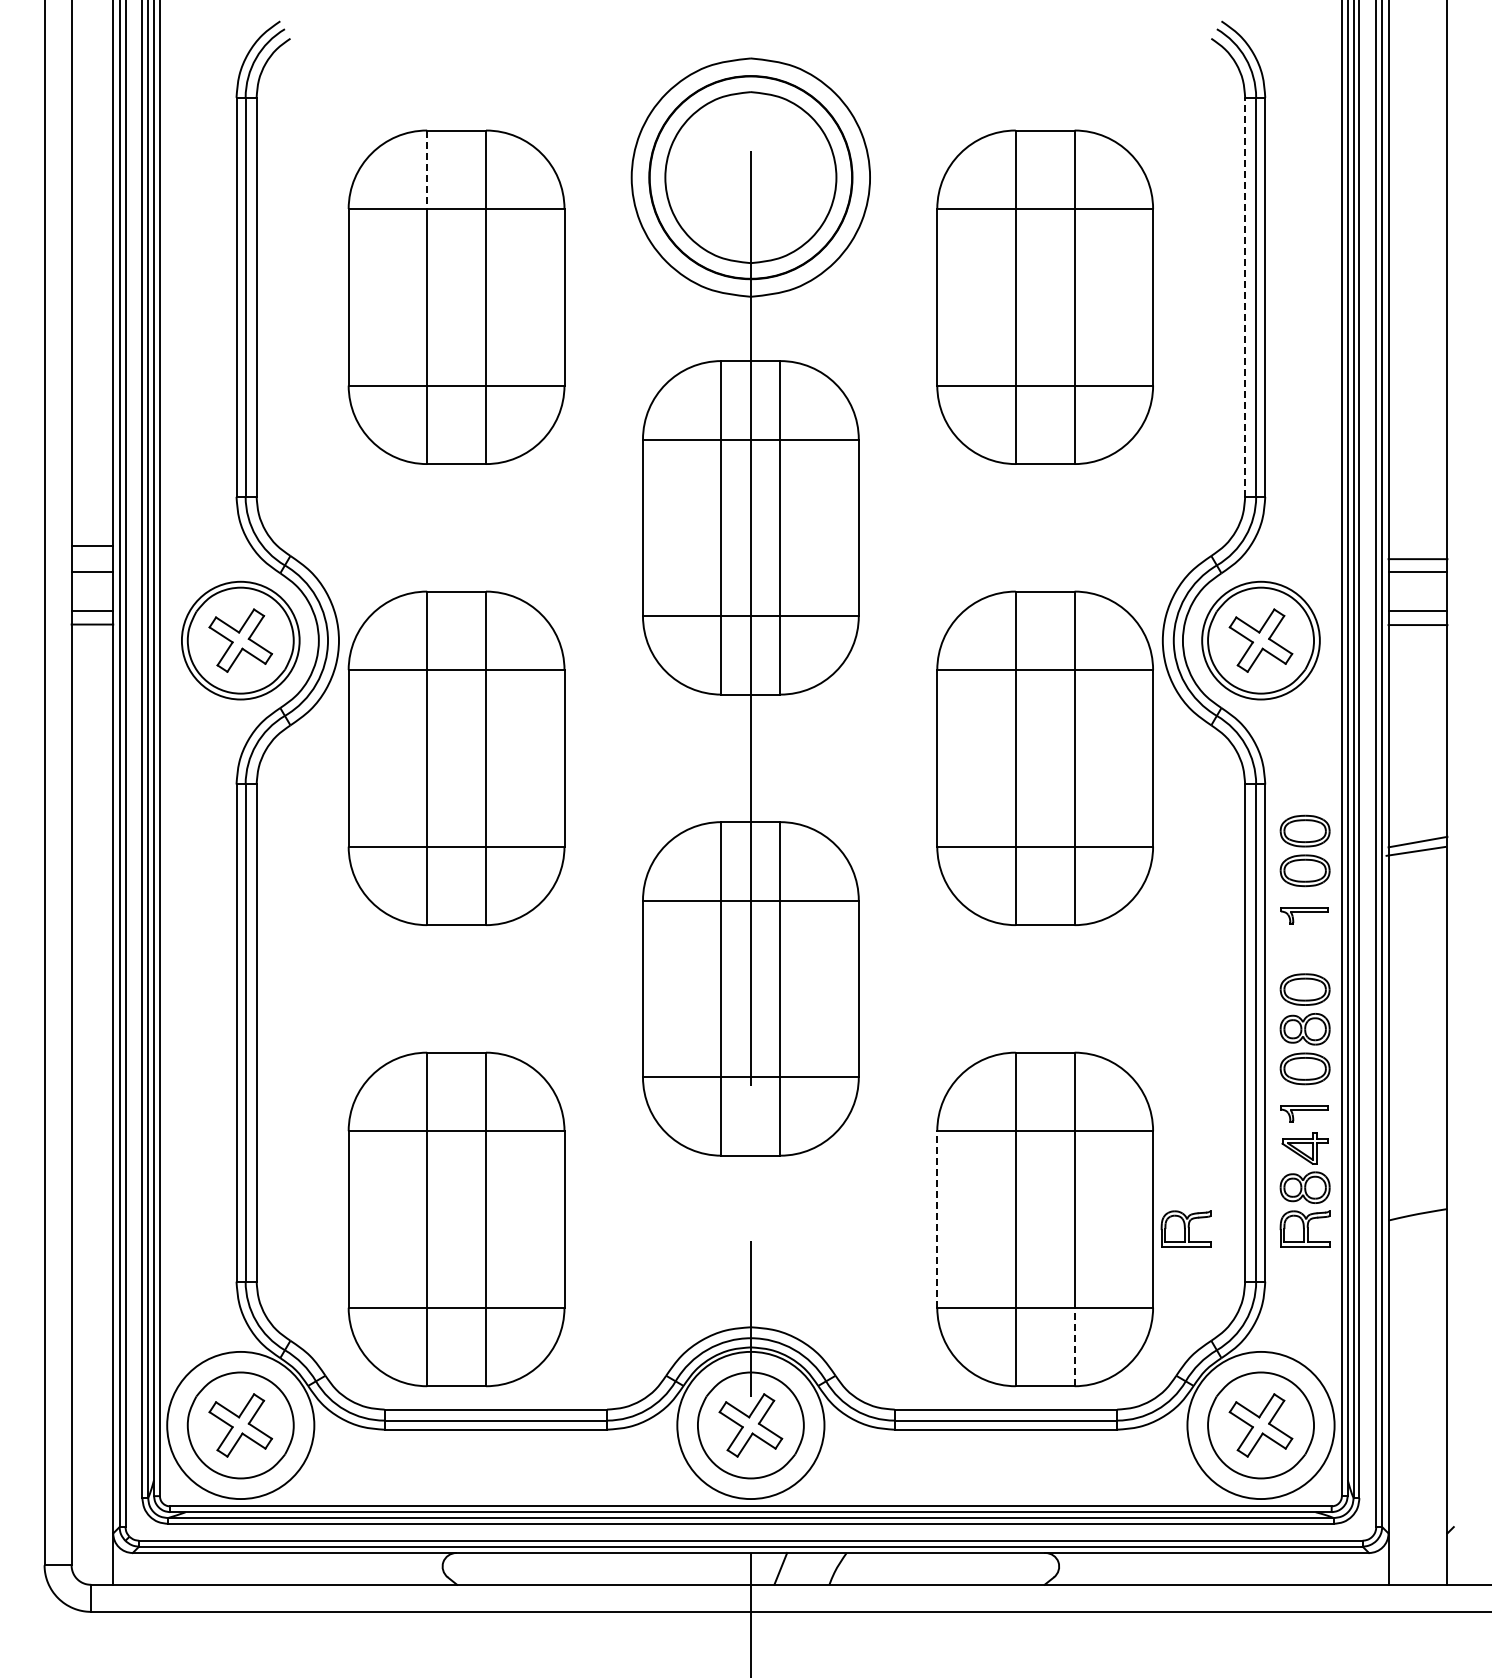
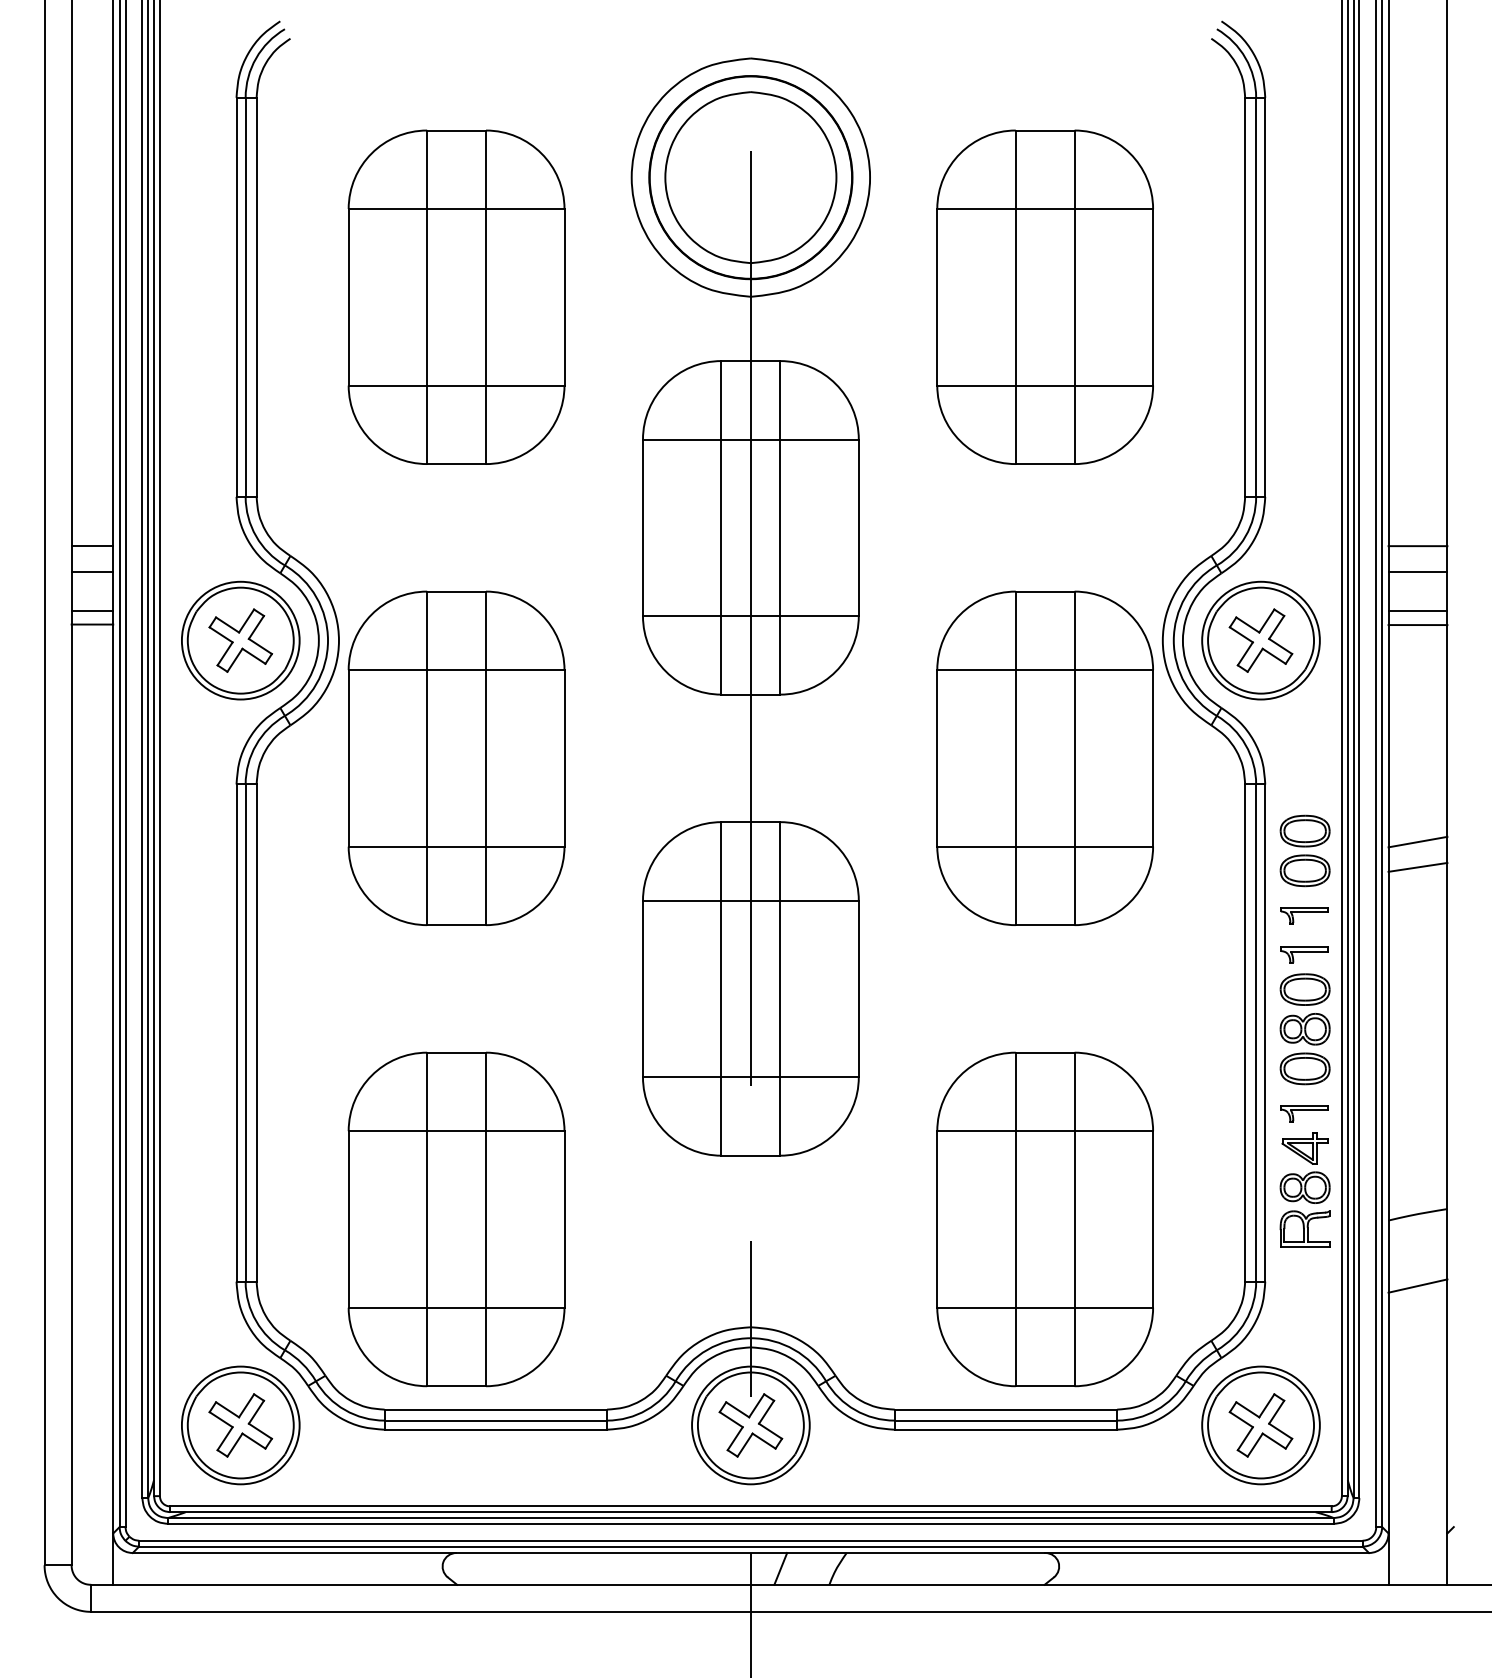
line at (427, 170): dashed -> solid
line at (1245, 297): dashed -> solid
line at (1417, 559) position: (1417, 559) -> (1417, 546)
line at (1415, 850) position: (1415, 850) -> (1417, 866)
part at (1304, 954): none -> present
line at (937, 1218): dashed -> solid
part at (1185, 1228): present -> none
line at (1417, 1285): none -> present
line at (1074, 1346): dashed -> solid
circle at (240, 1425) diameter: 147 px -> 118 px
circle at (750, 1425) diameter: 147 px -> 118 px
circle at (1260, 1425) diameter: 147 px -> 118 px
